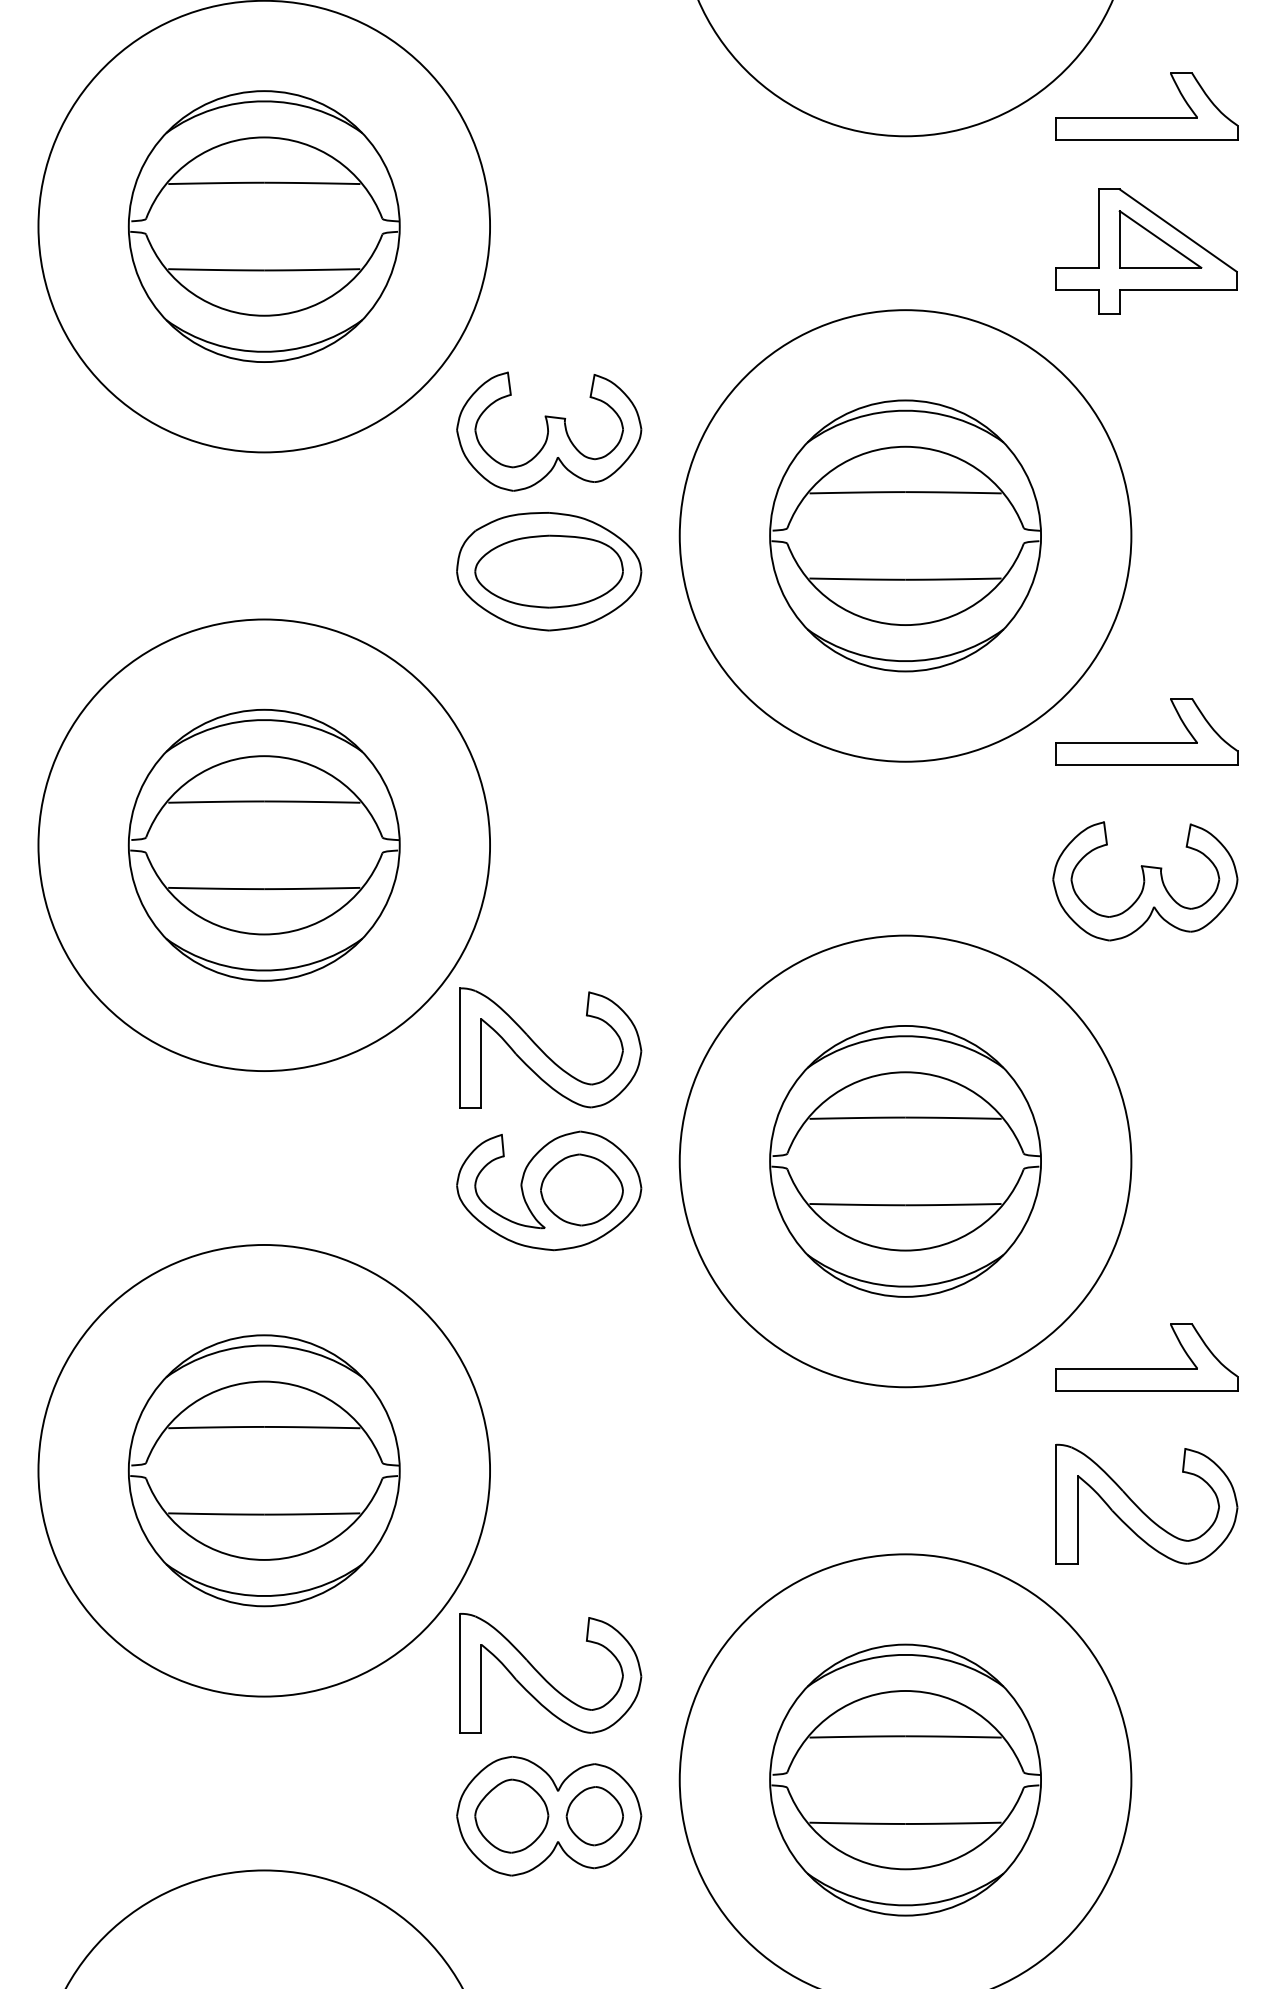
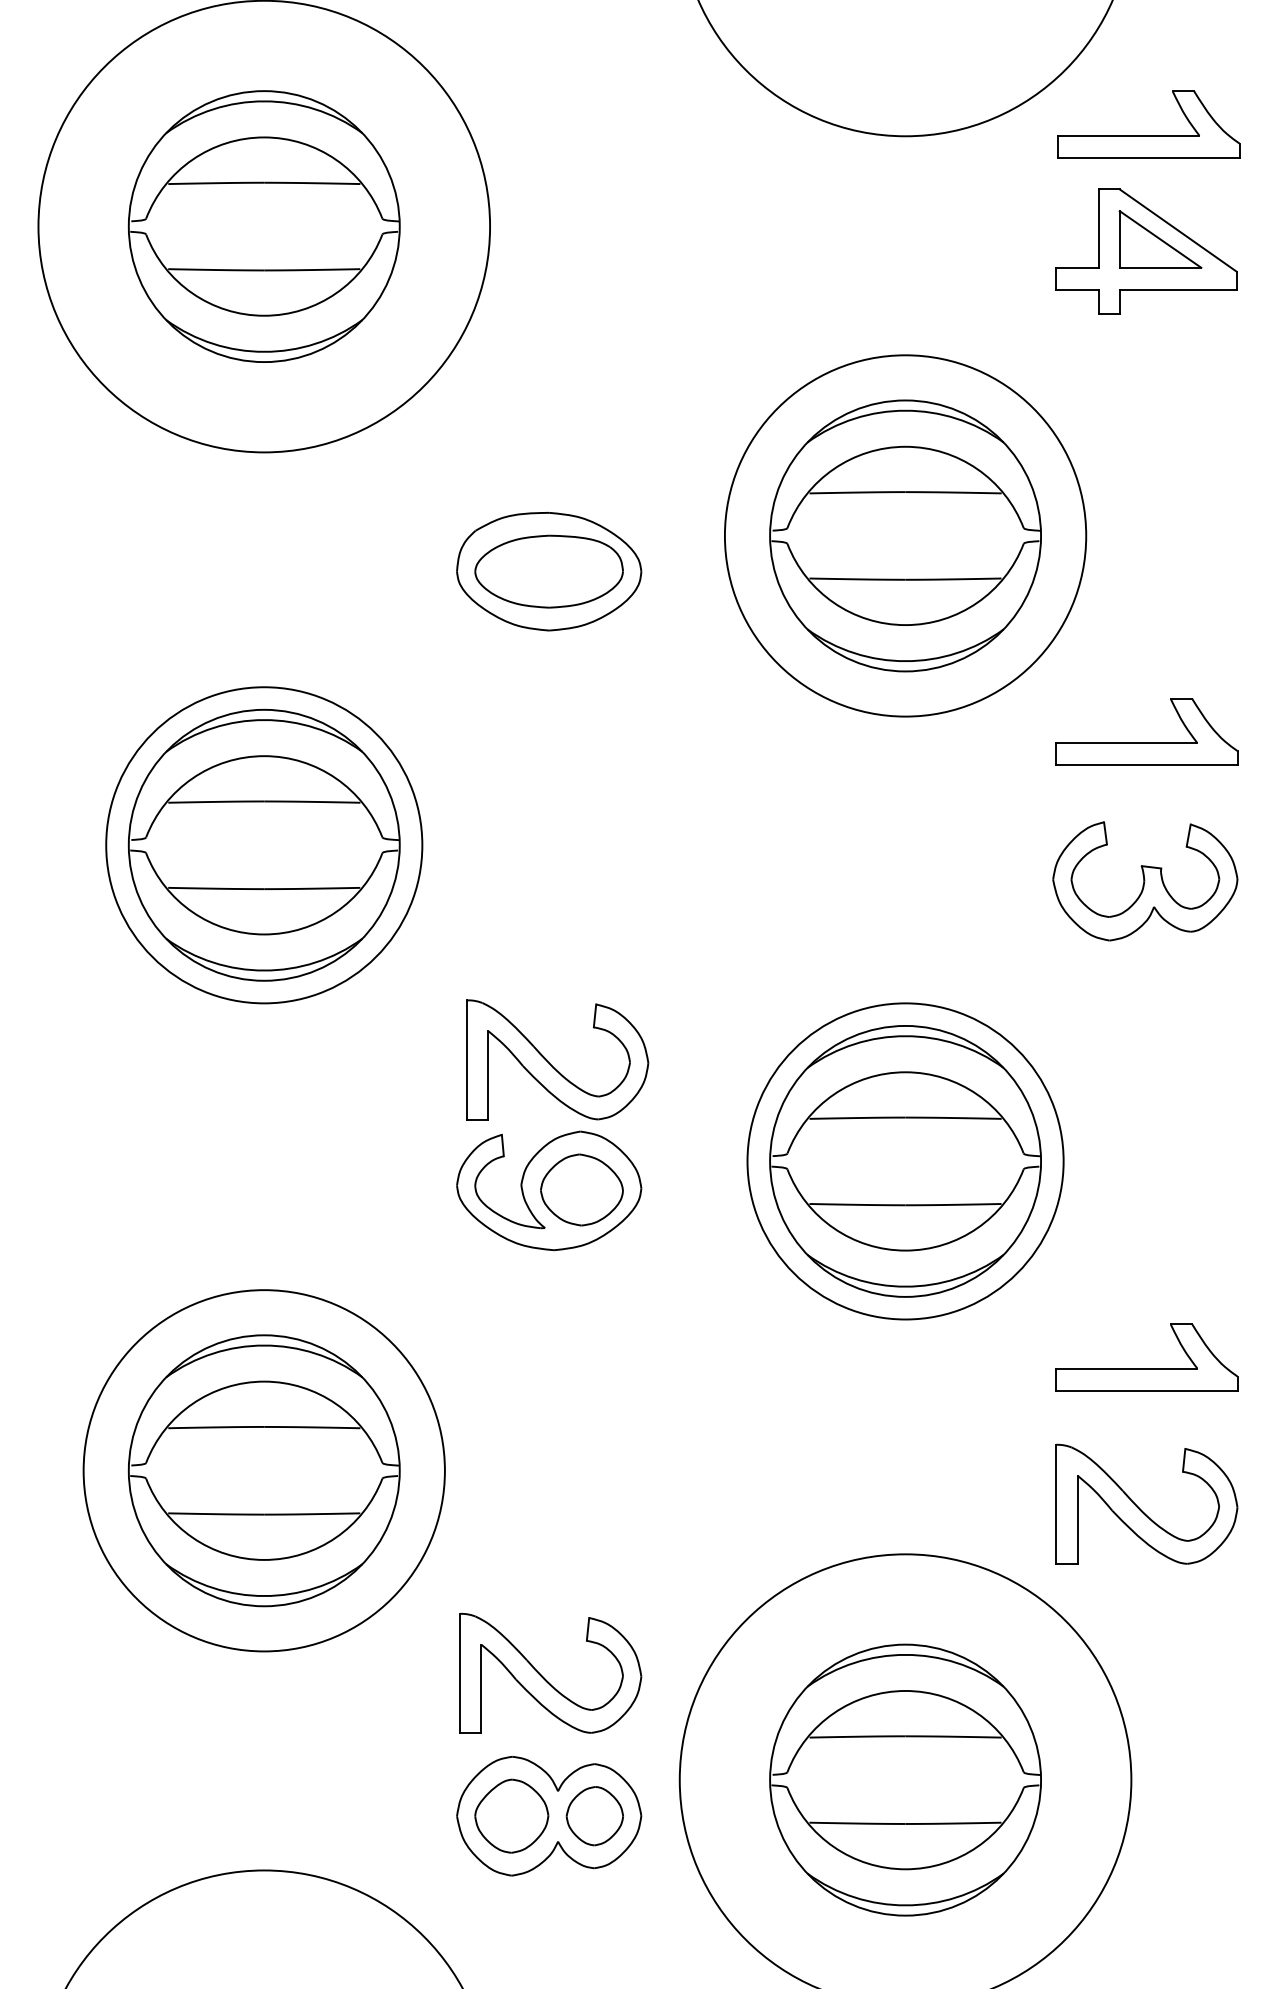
part at (1146, 117) position: (1146, 117) -> (1148, 135)
part at (549, 431): present -> none
circle at (905, 535) diameter: 452 px -> 361 px
circle at (264, 845) diameter: 452 px -> 316 px
part at (544, 1052) position: (544, 1052) -> (551, 1064)
circle at (905, 1161) diameter: 452 px -> 316 px
circle at (264, 1470) diameter: 452 px -> 361 px
